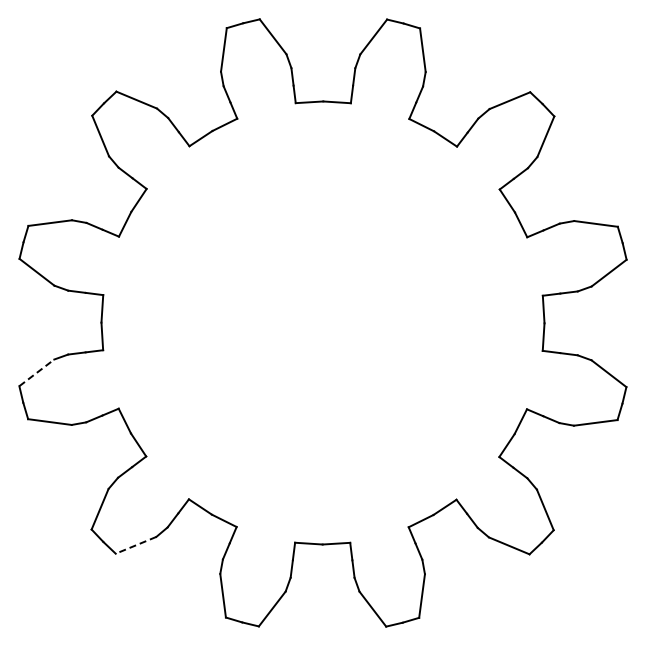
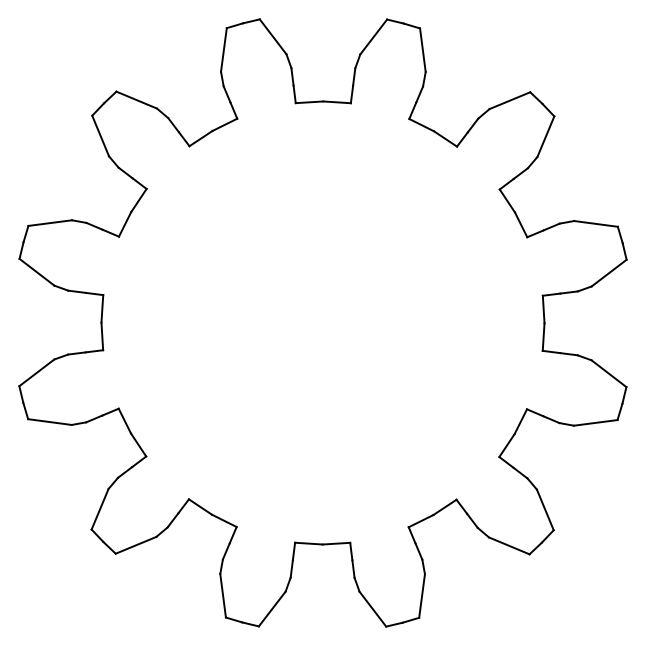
line at (36, 372): dashed -> solid
line at (136, 545): dashed -> solid
